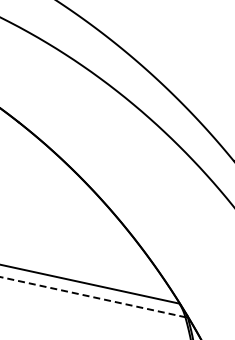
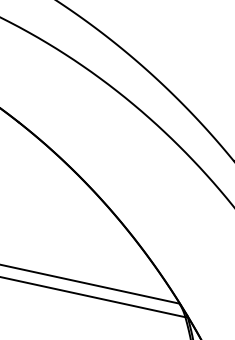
line at (92, 297): dashed -> solid
